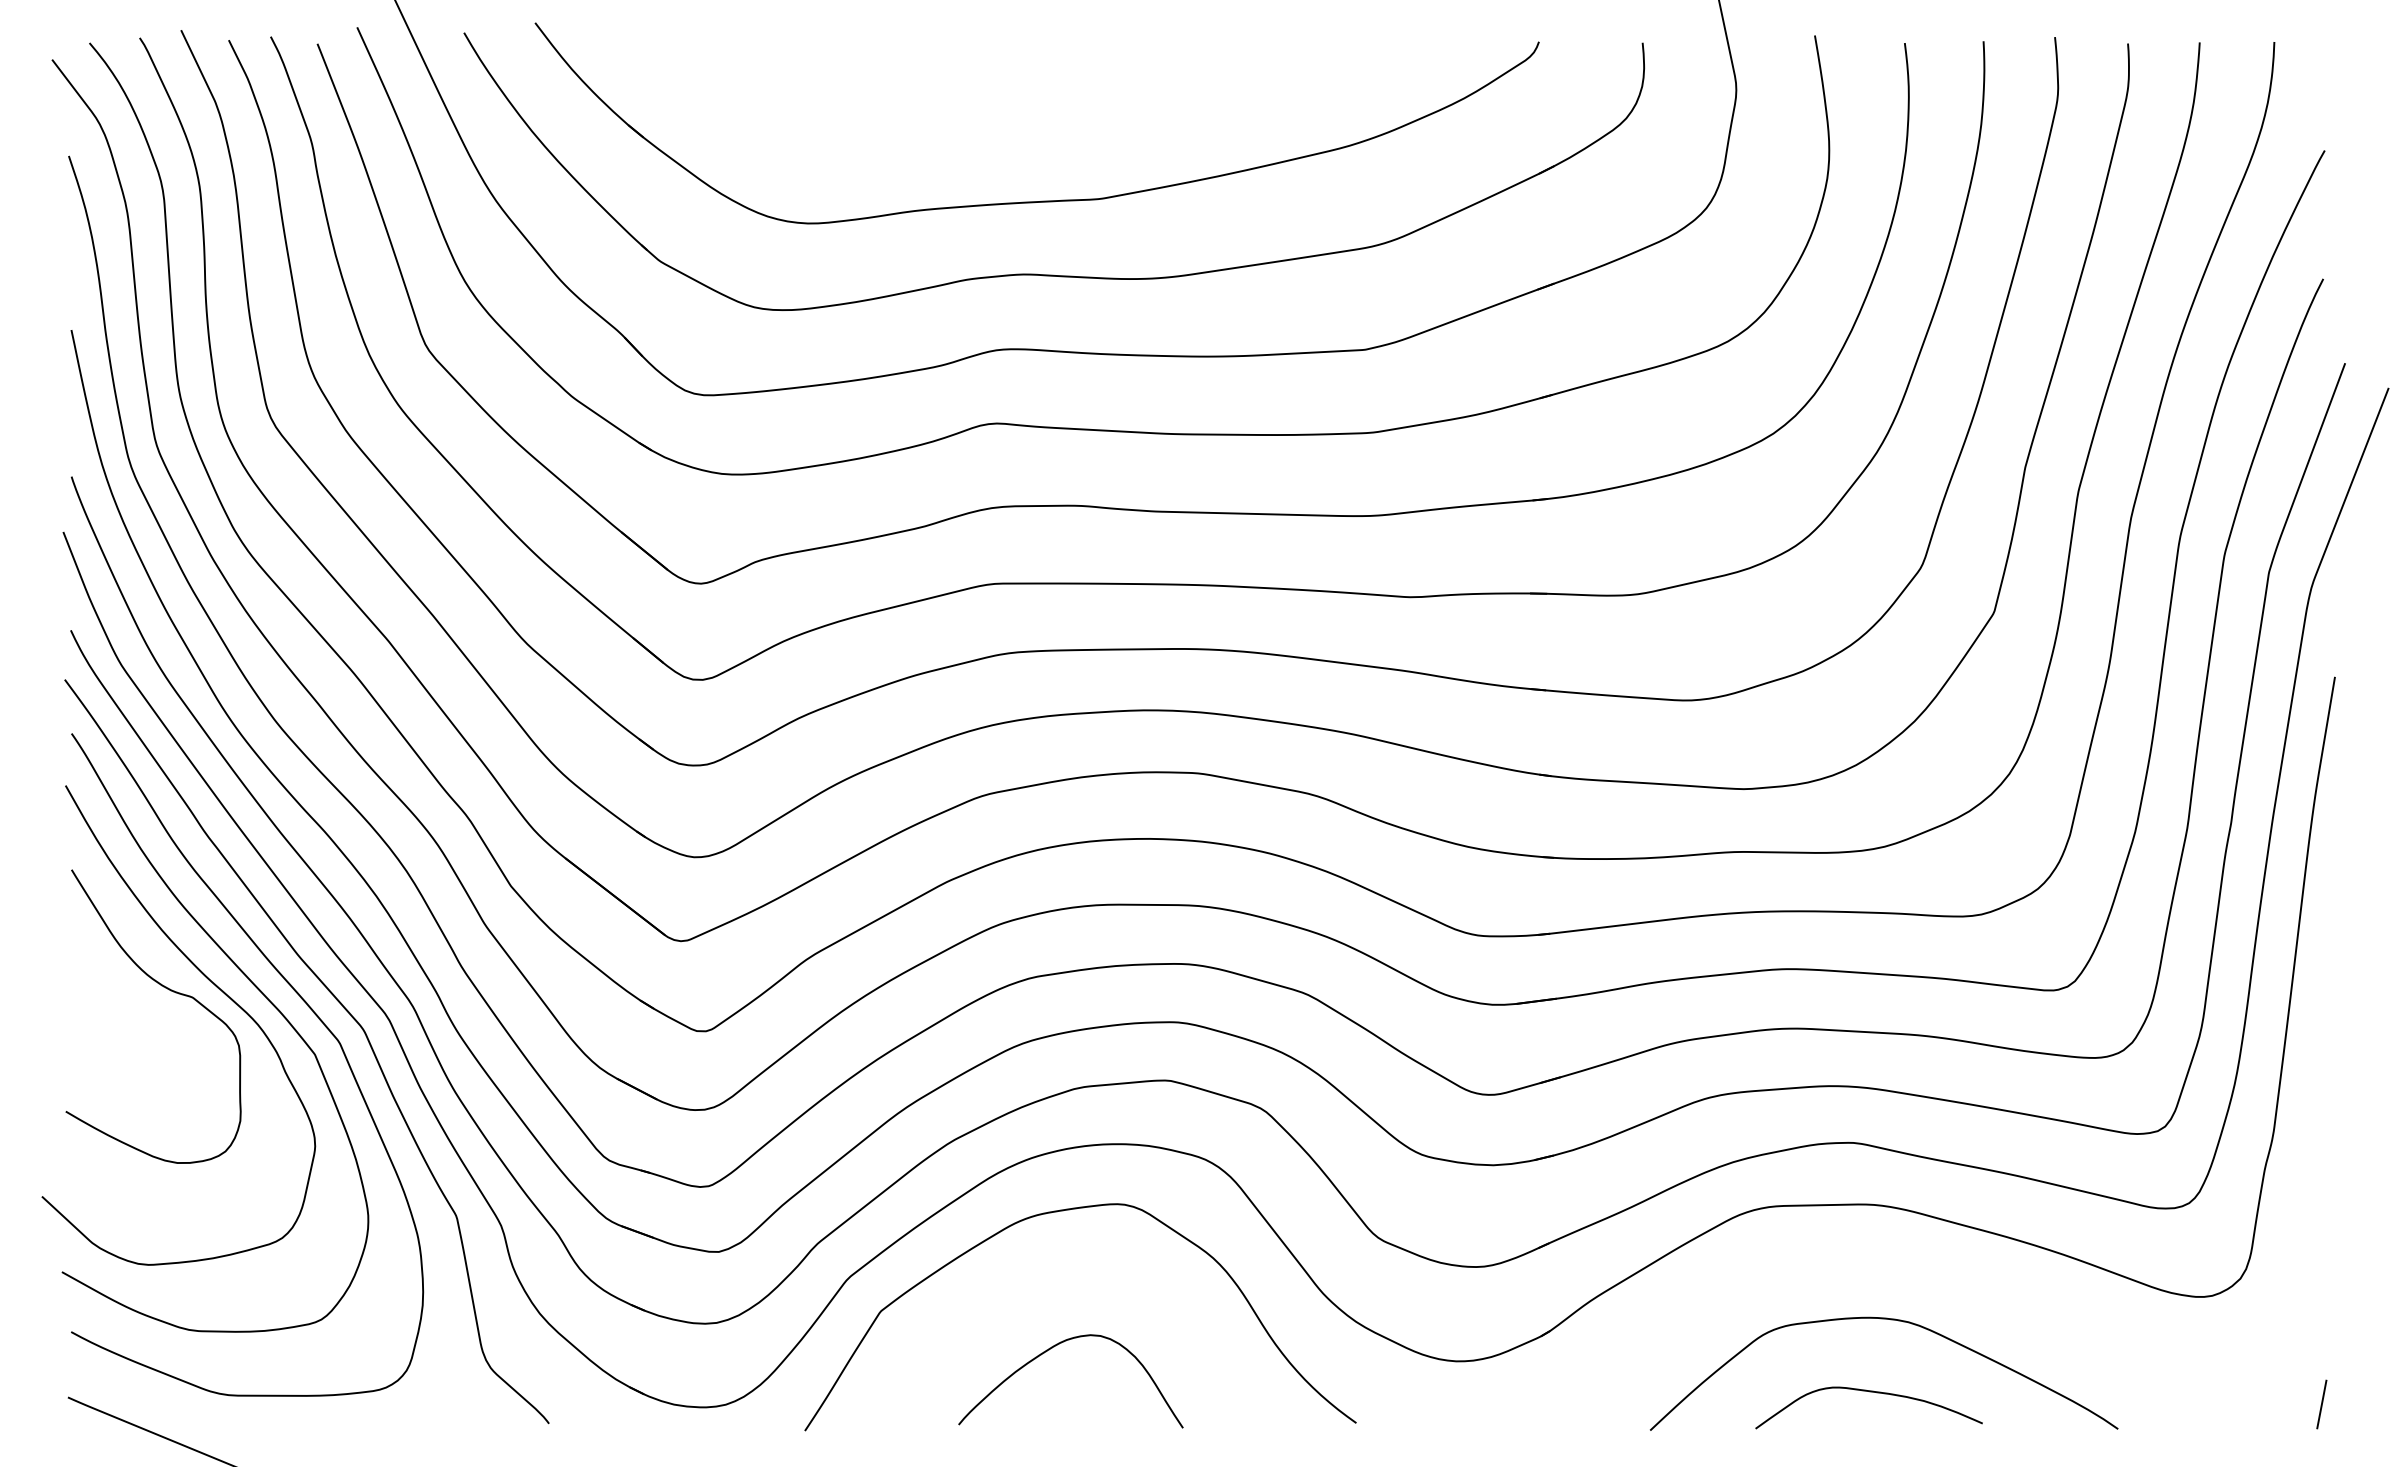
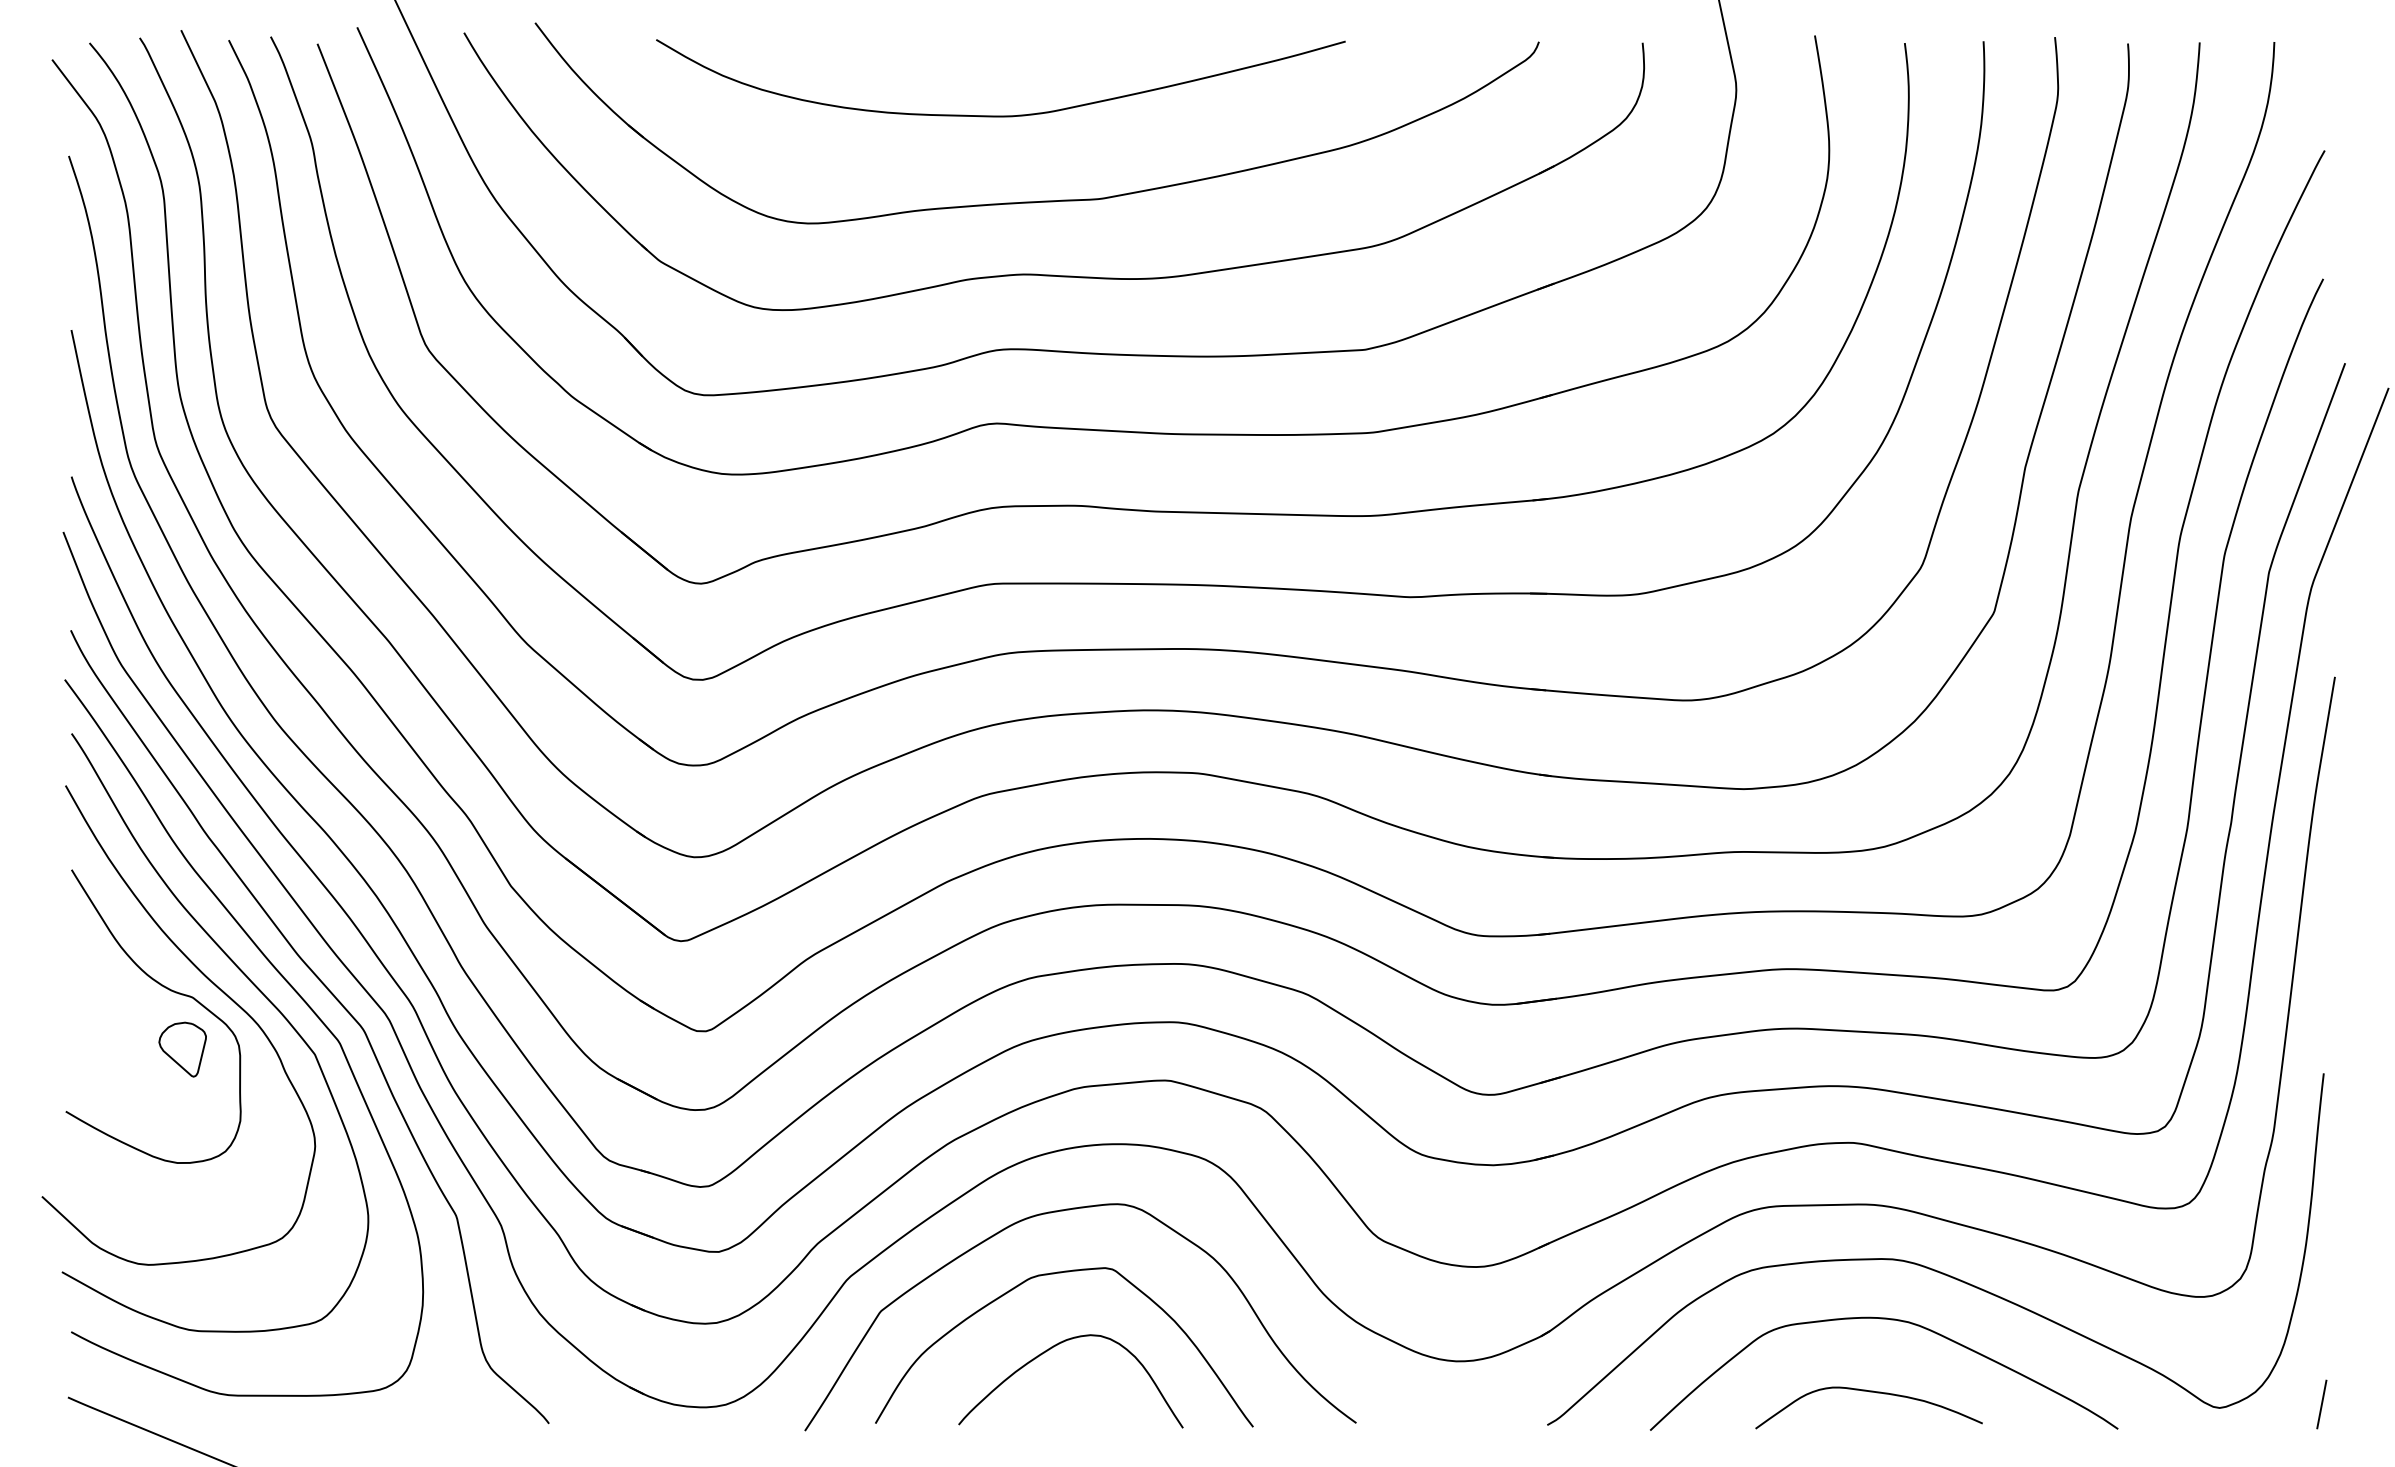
curve at (1000, 115): none -> present
part at (182, 1049): none -> present
curve at (1930, 1267): none -> present
curve at (1054, 1274): none -> present
